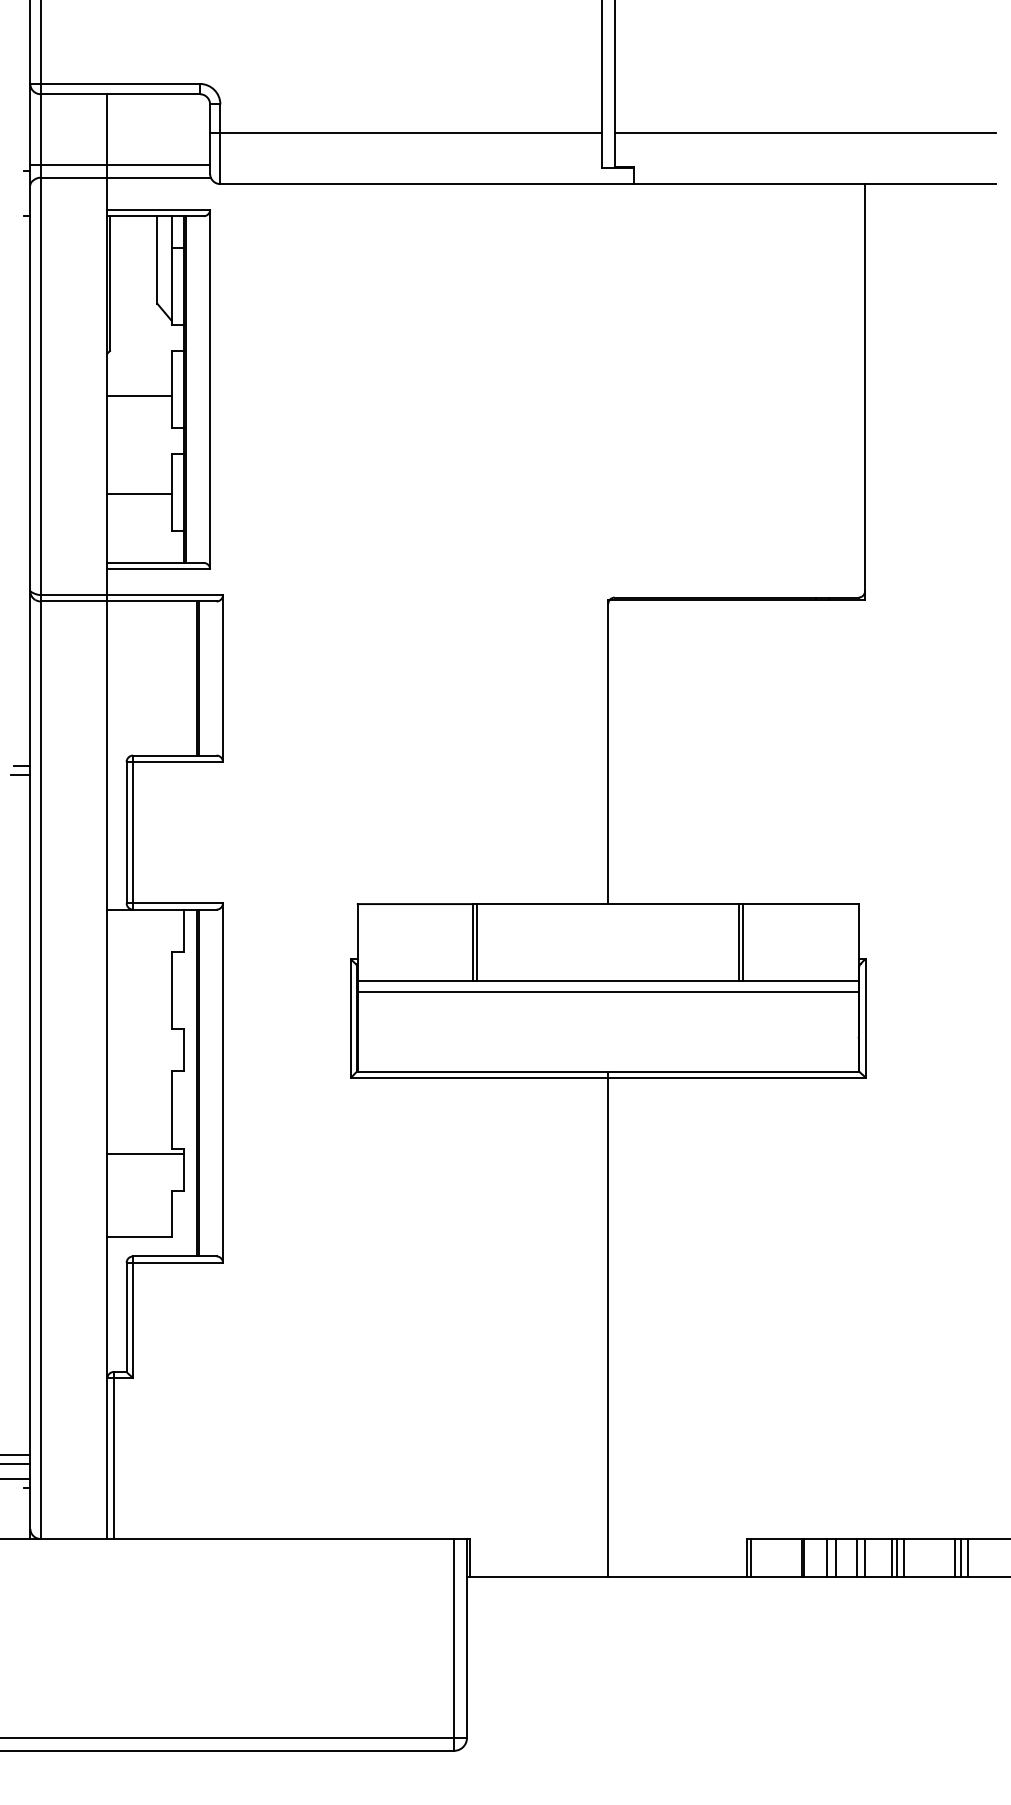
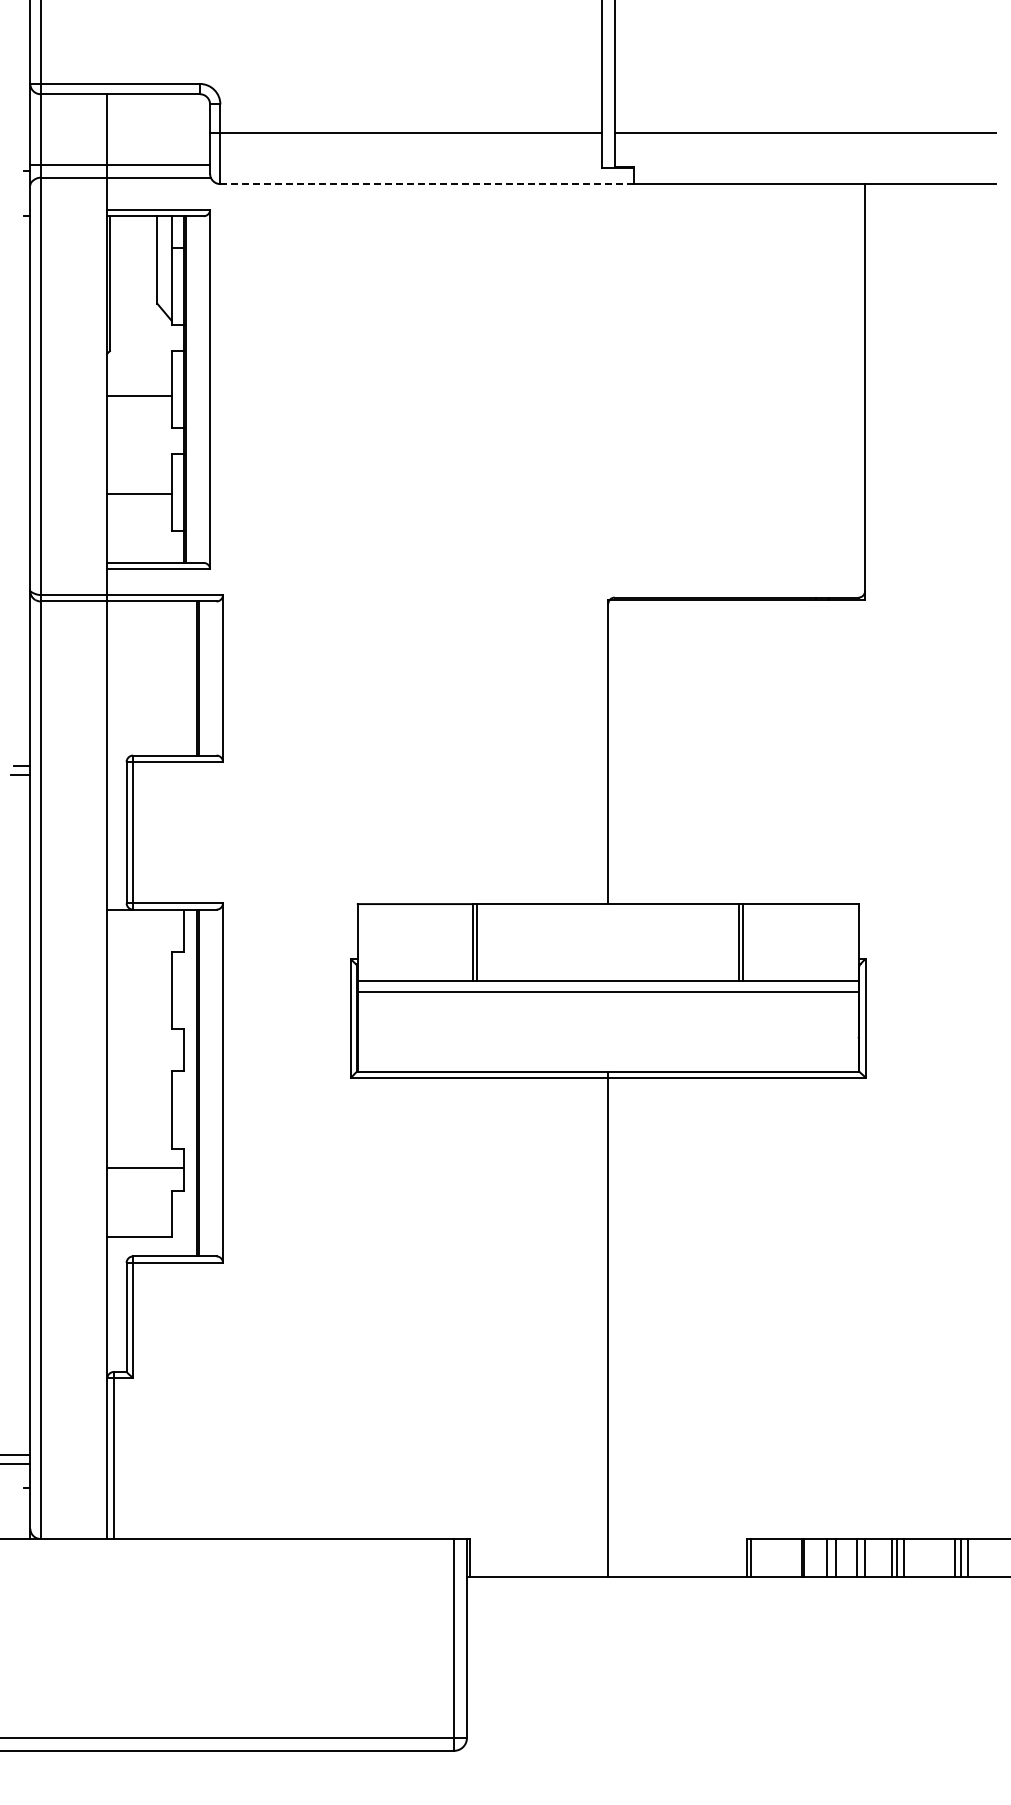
line at (427, 184): solid -> dashed
line at (145, 1153) position: (145, 1153) -> (145, 1167)
line at (16, 1478): present -> none
